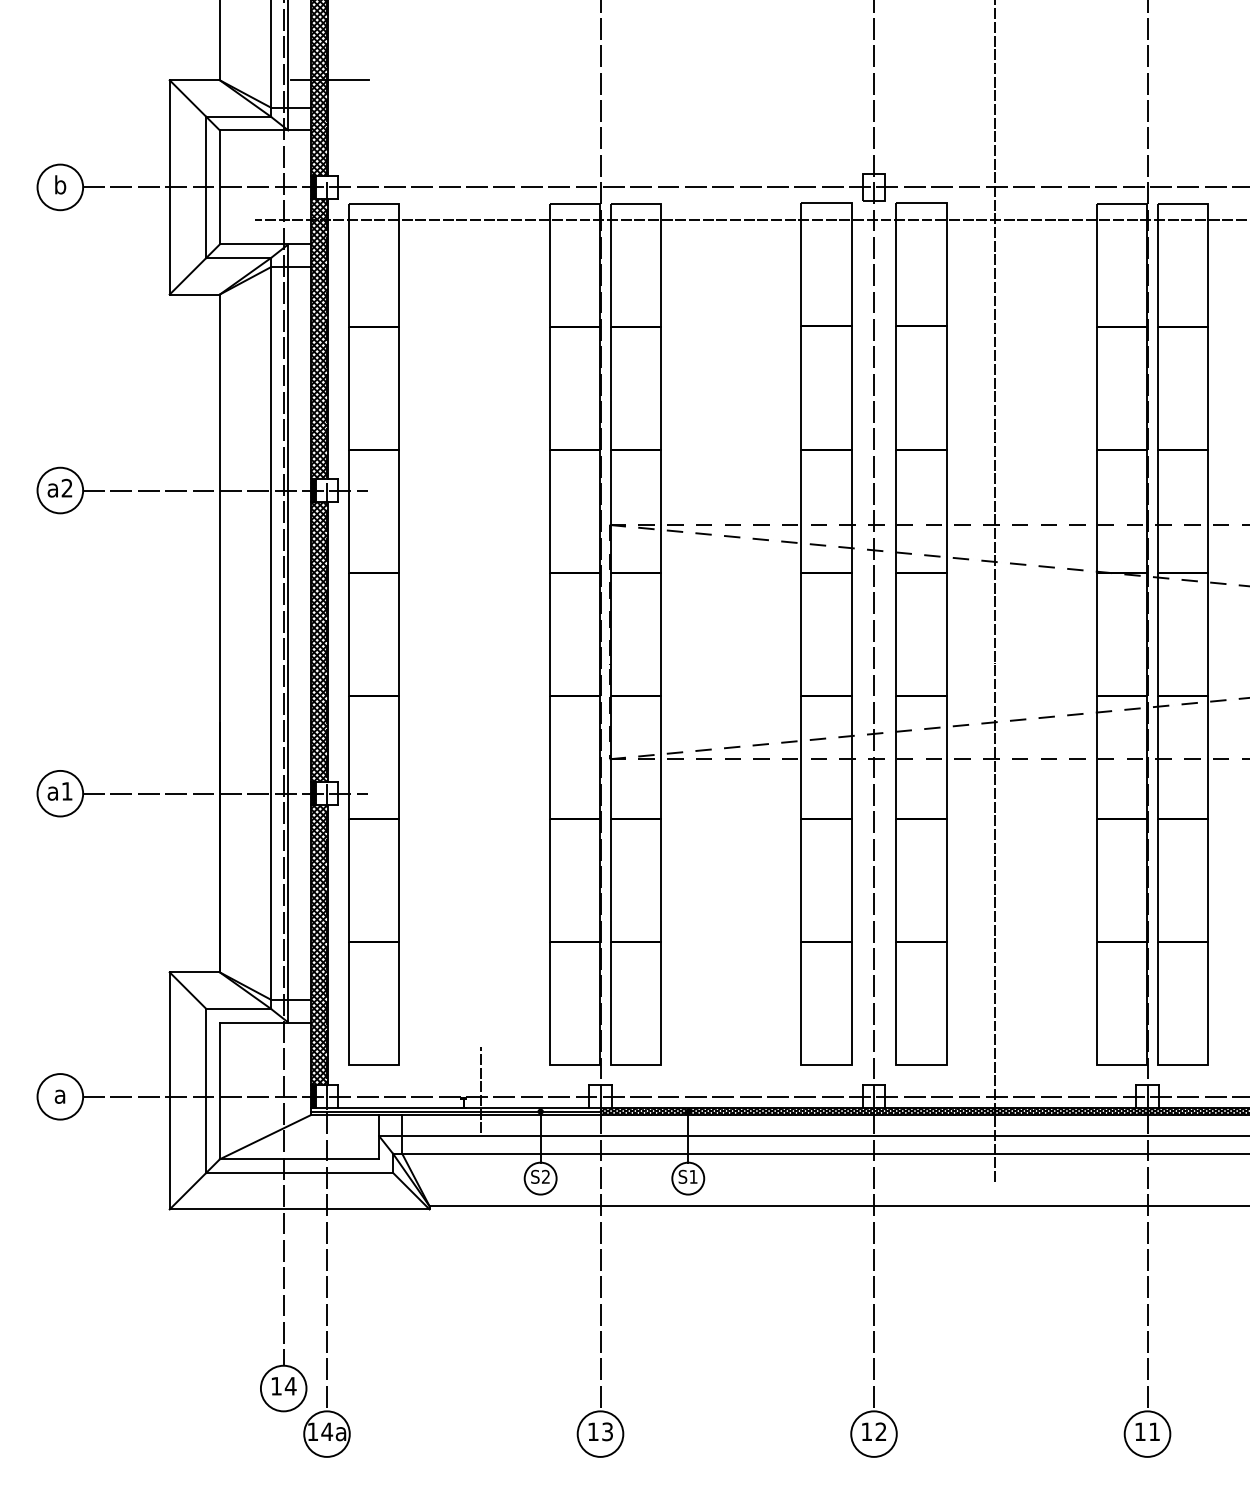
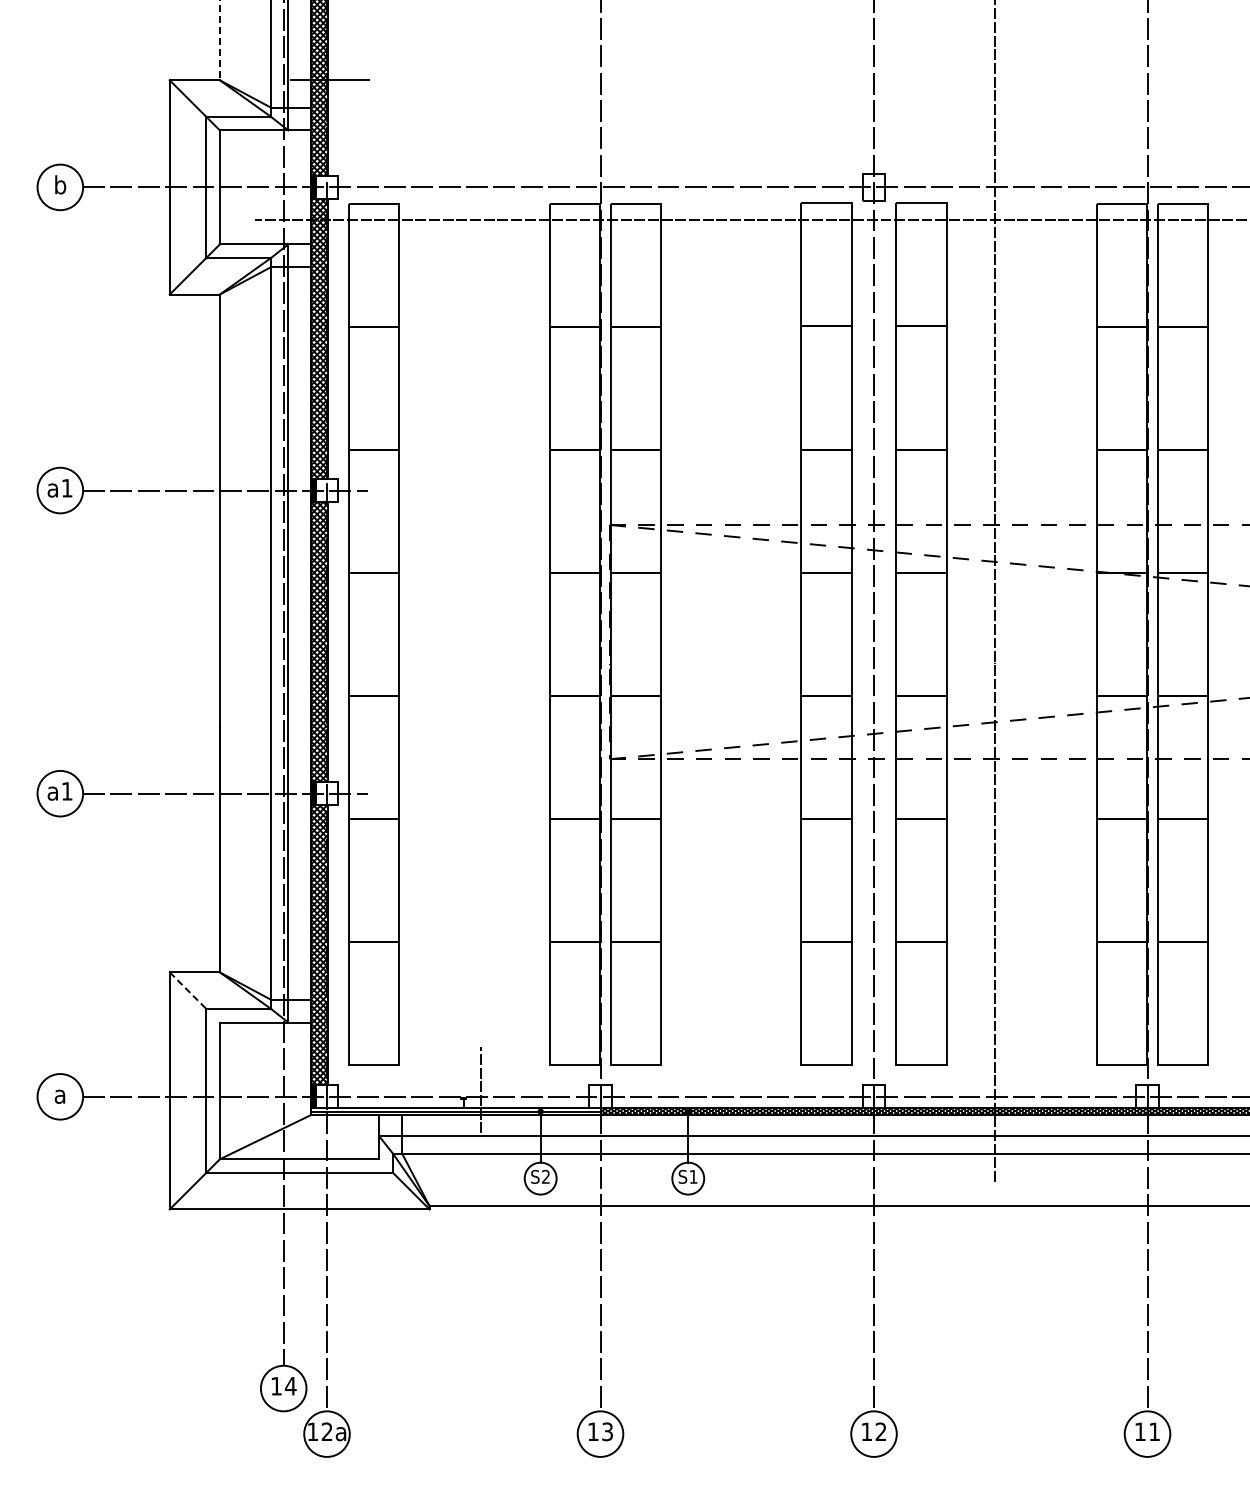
line at (219, 40): solid -> dashed
text at (66, 487): a2 -> a1
line at (187, 990): solid -> dashed
text at (327, 1431): 14a -> 12a
